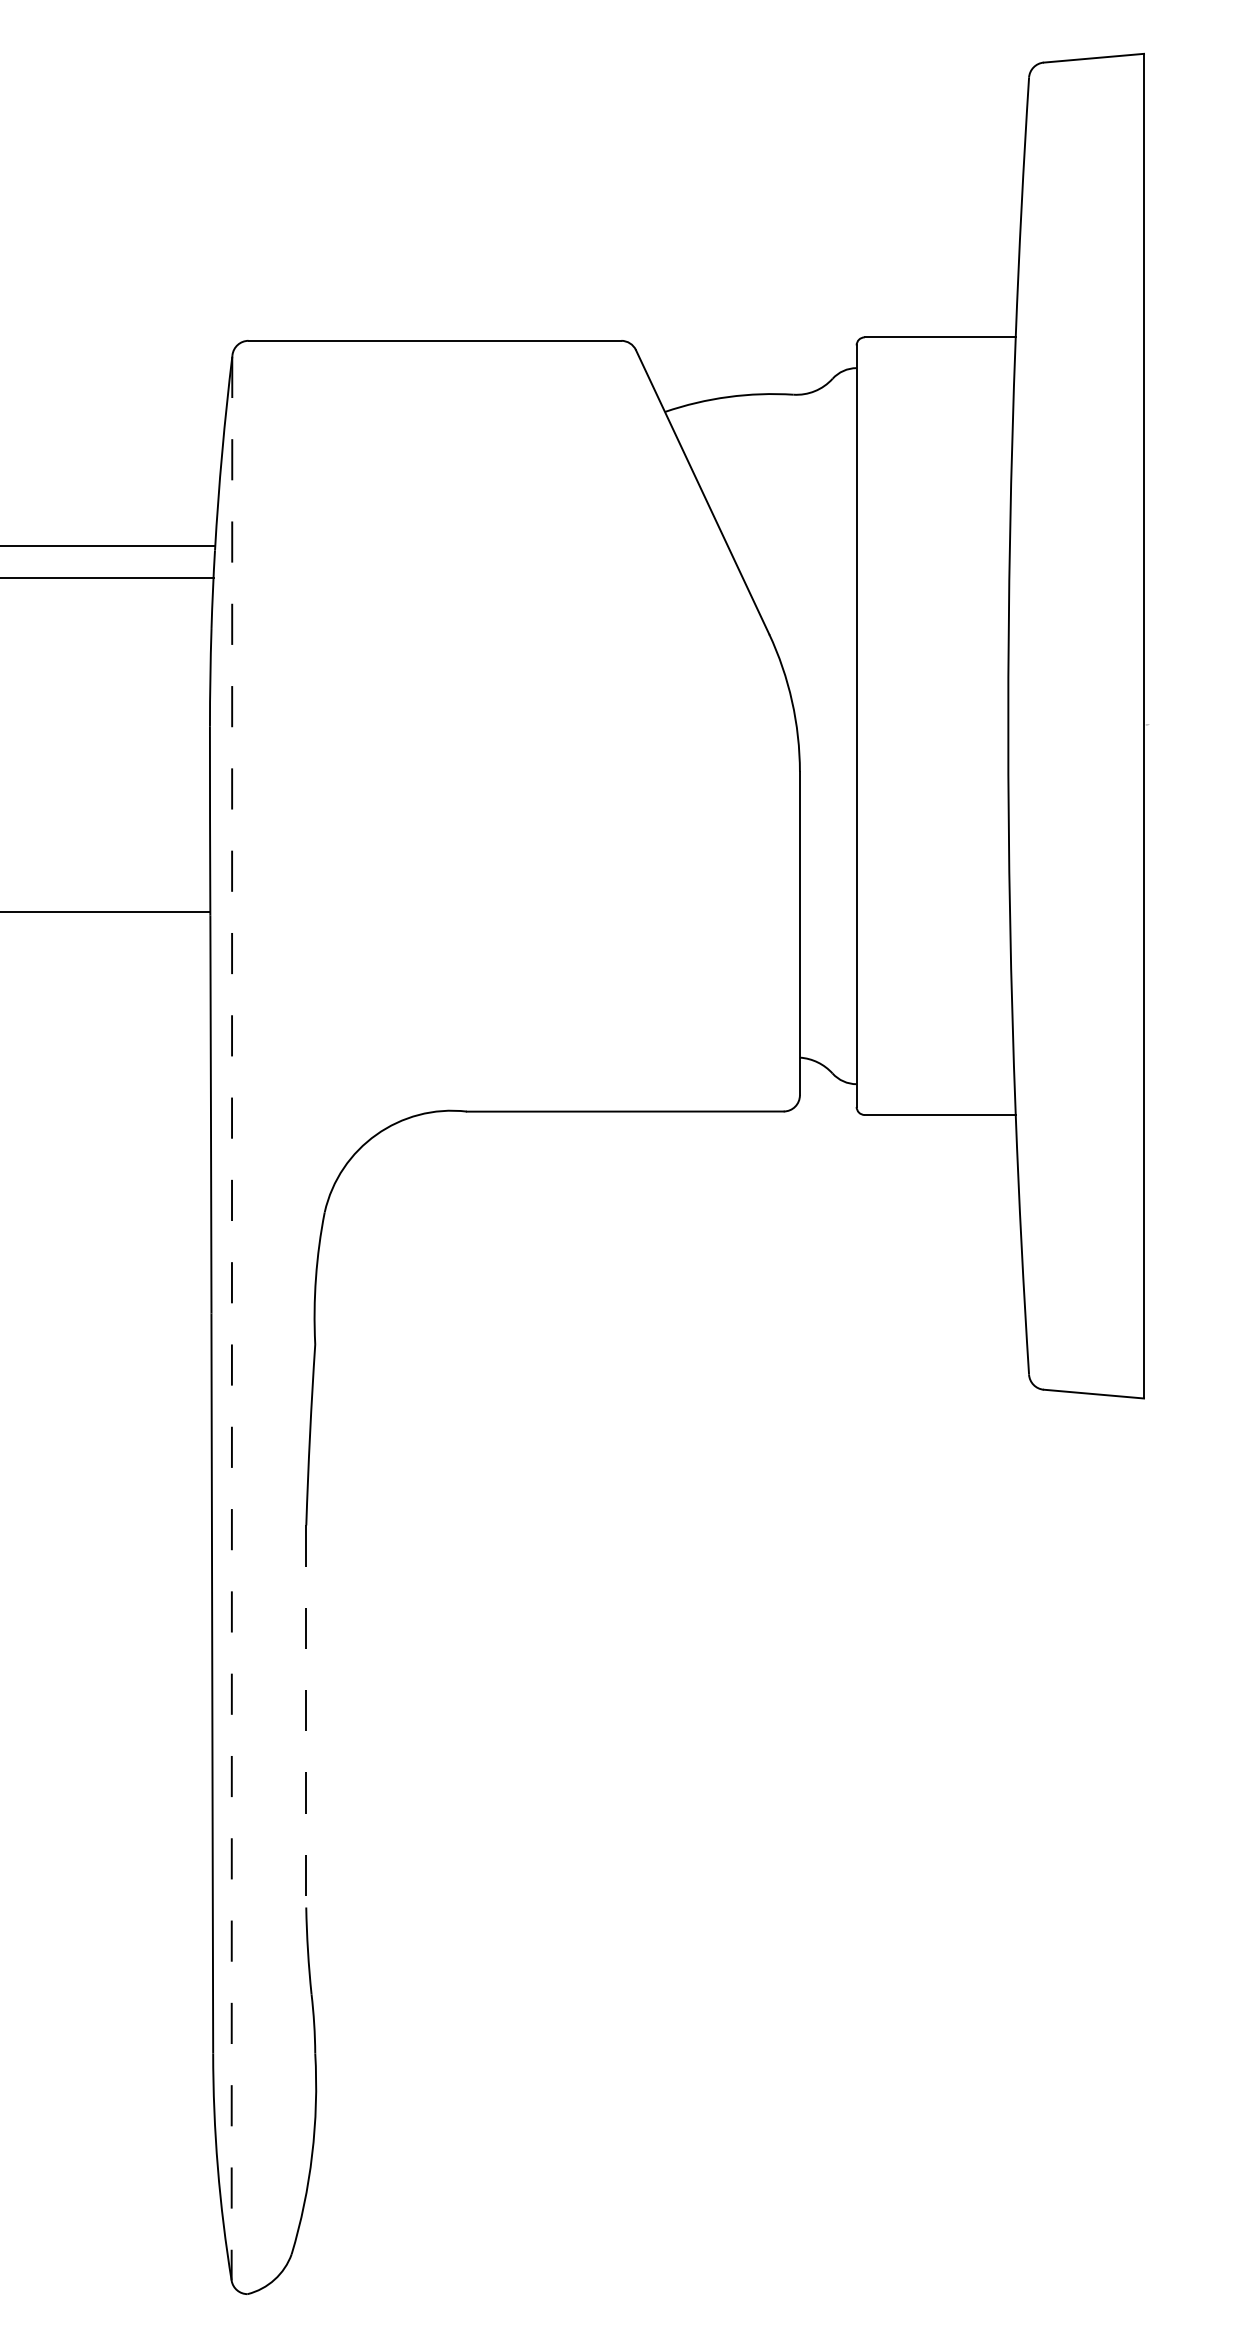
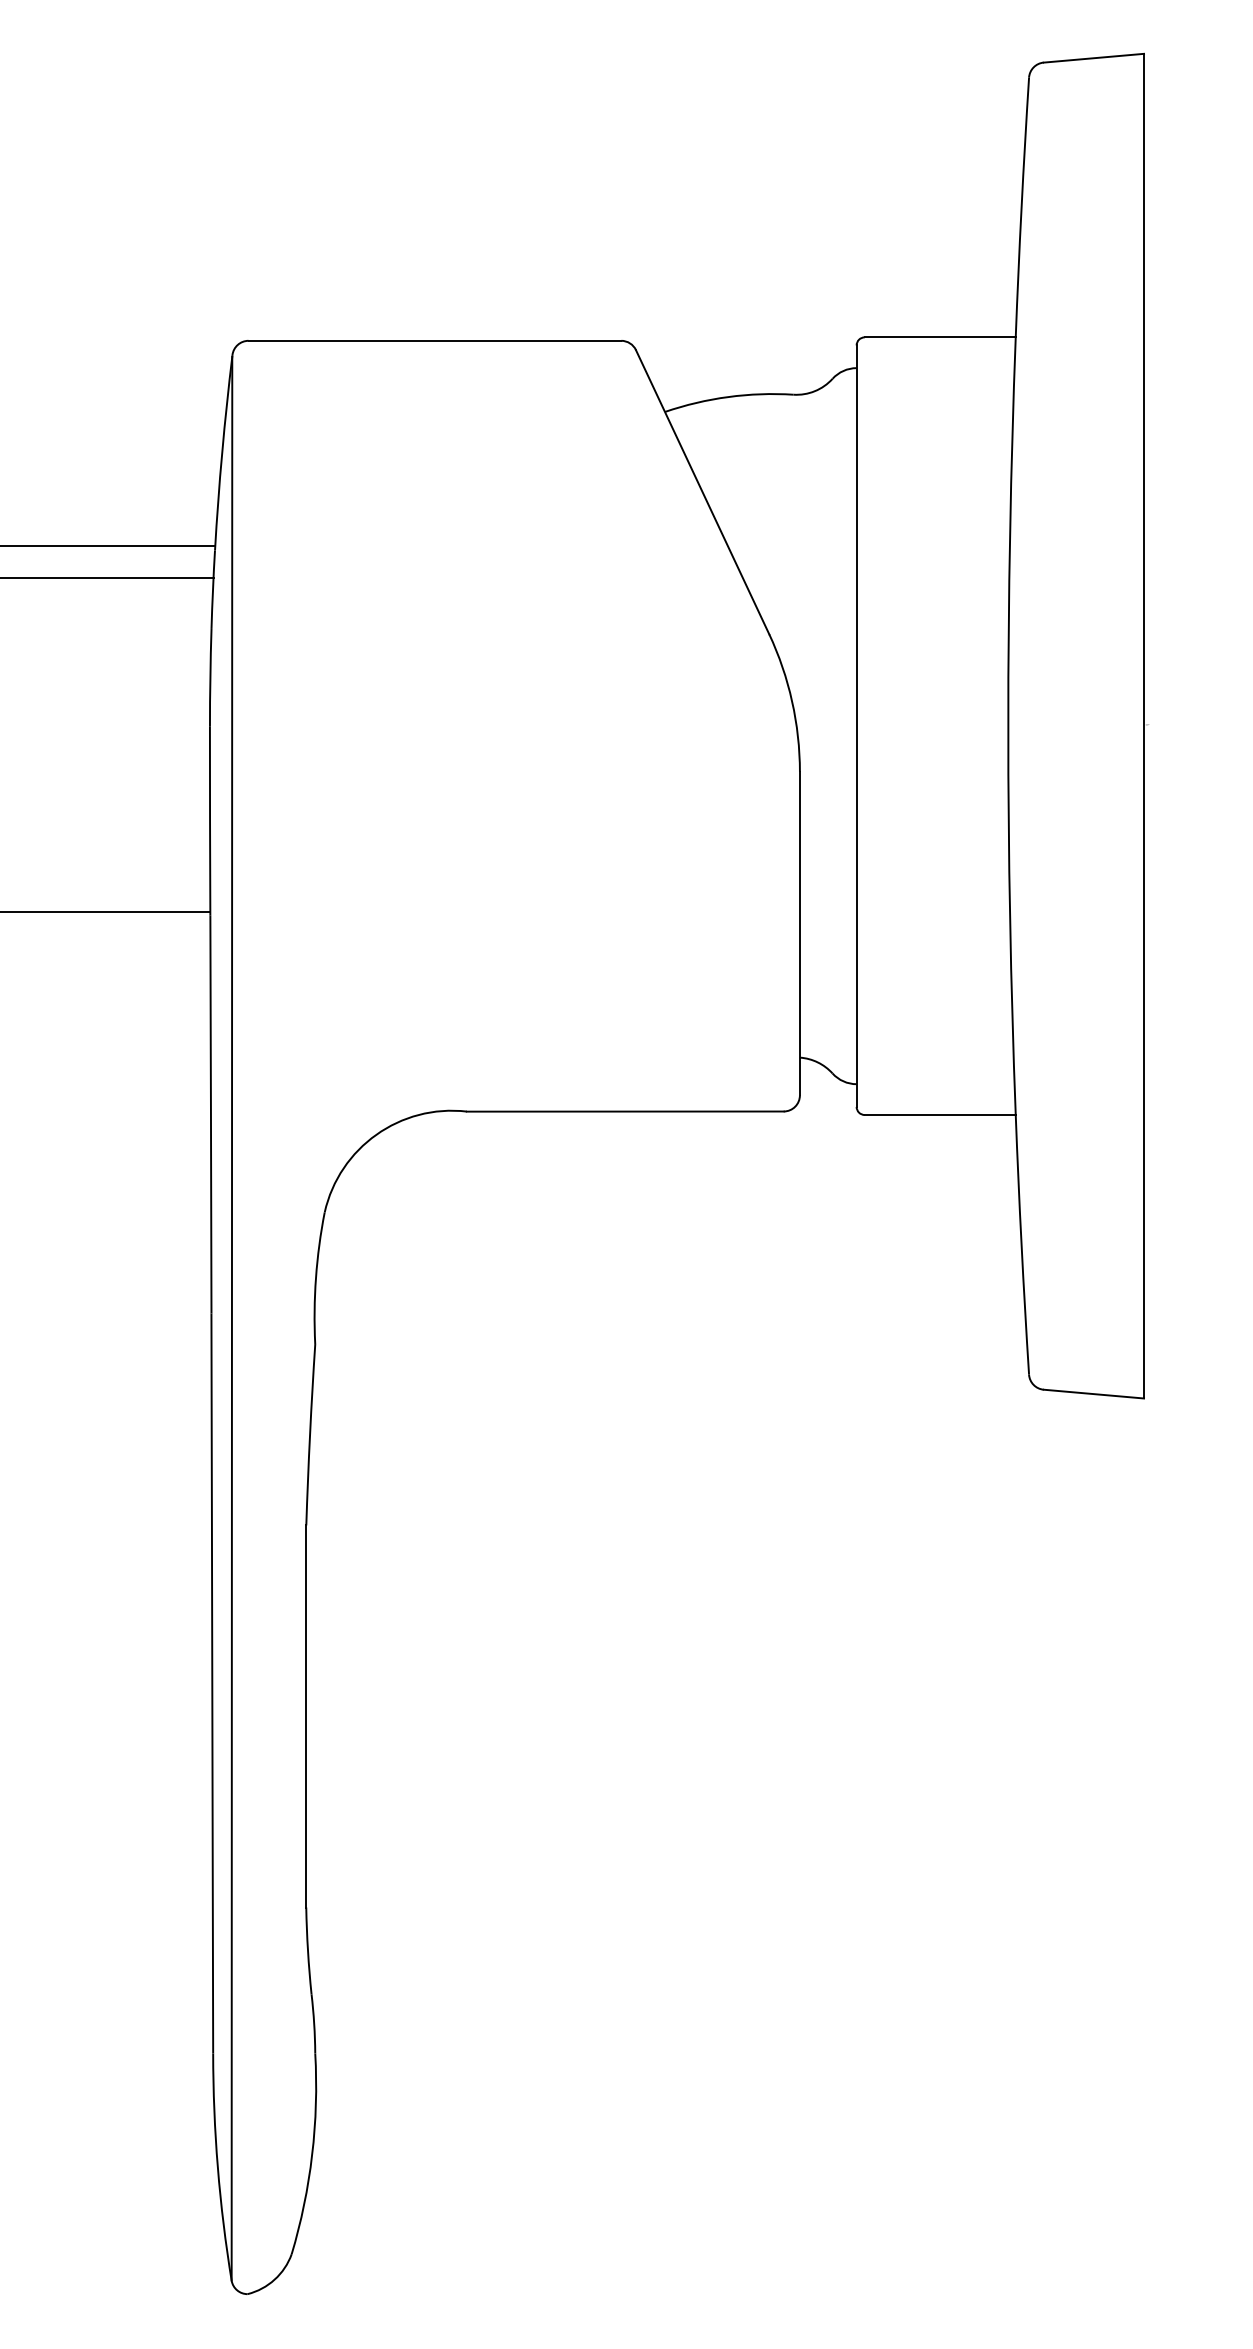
line at (231, 1318): dashed -> solid
line at (306, 1717): dashed -> solid
